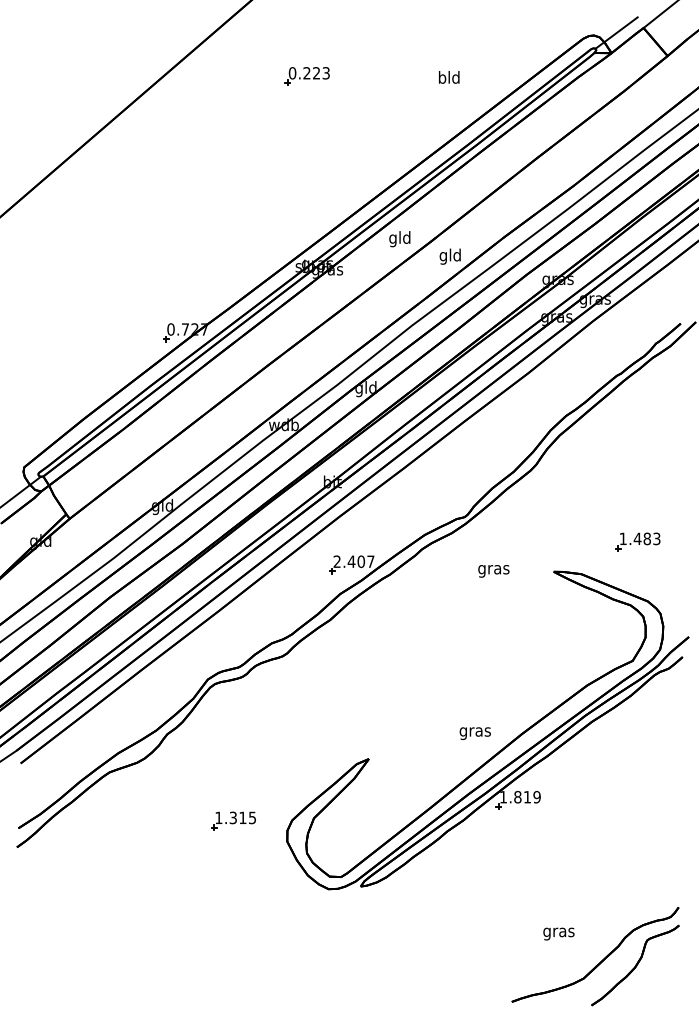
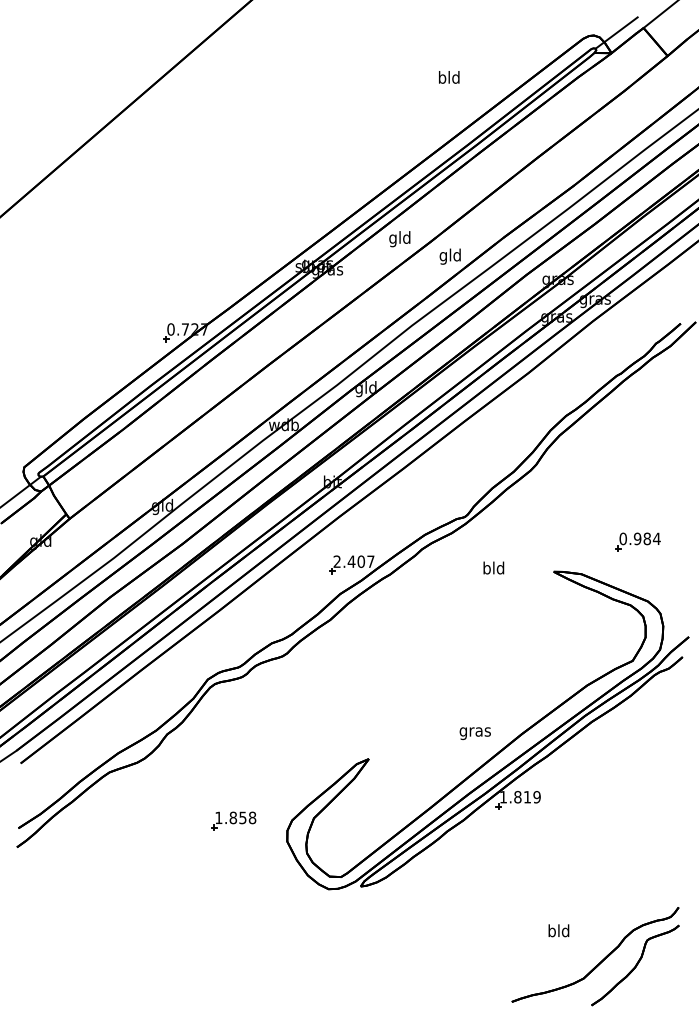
part at (306, 76): present -> none
text at (639, 538): 1.483 -> 0.984
text at (493, 569): gras -> bld
text at (242, 817): 1.315 -> 1.858
text at (558, 932): gras -> bld
